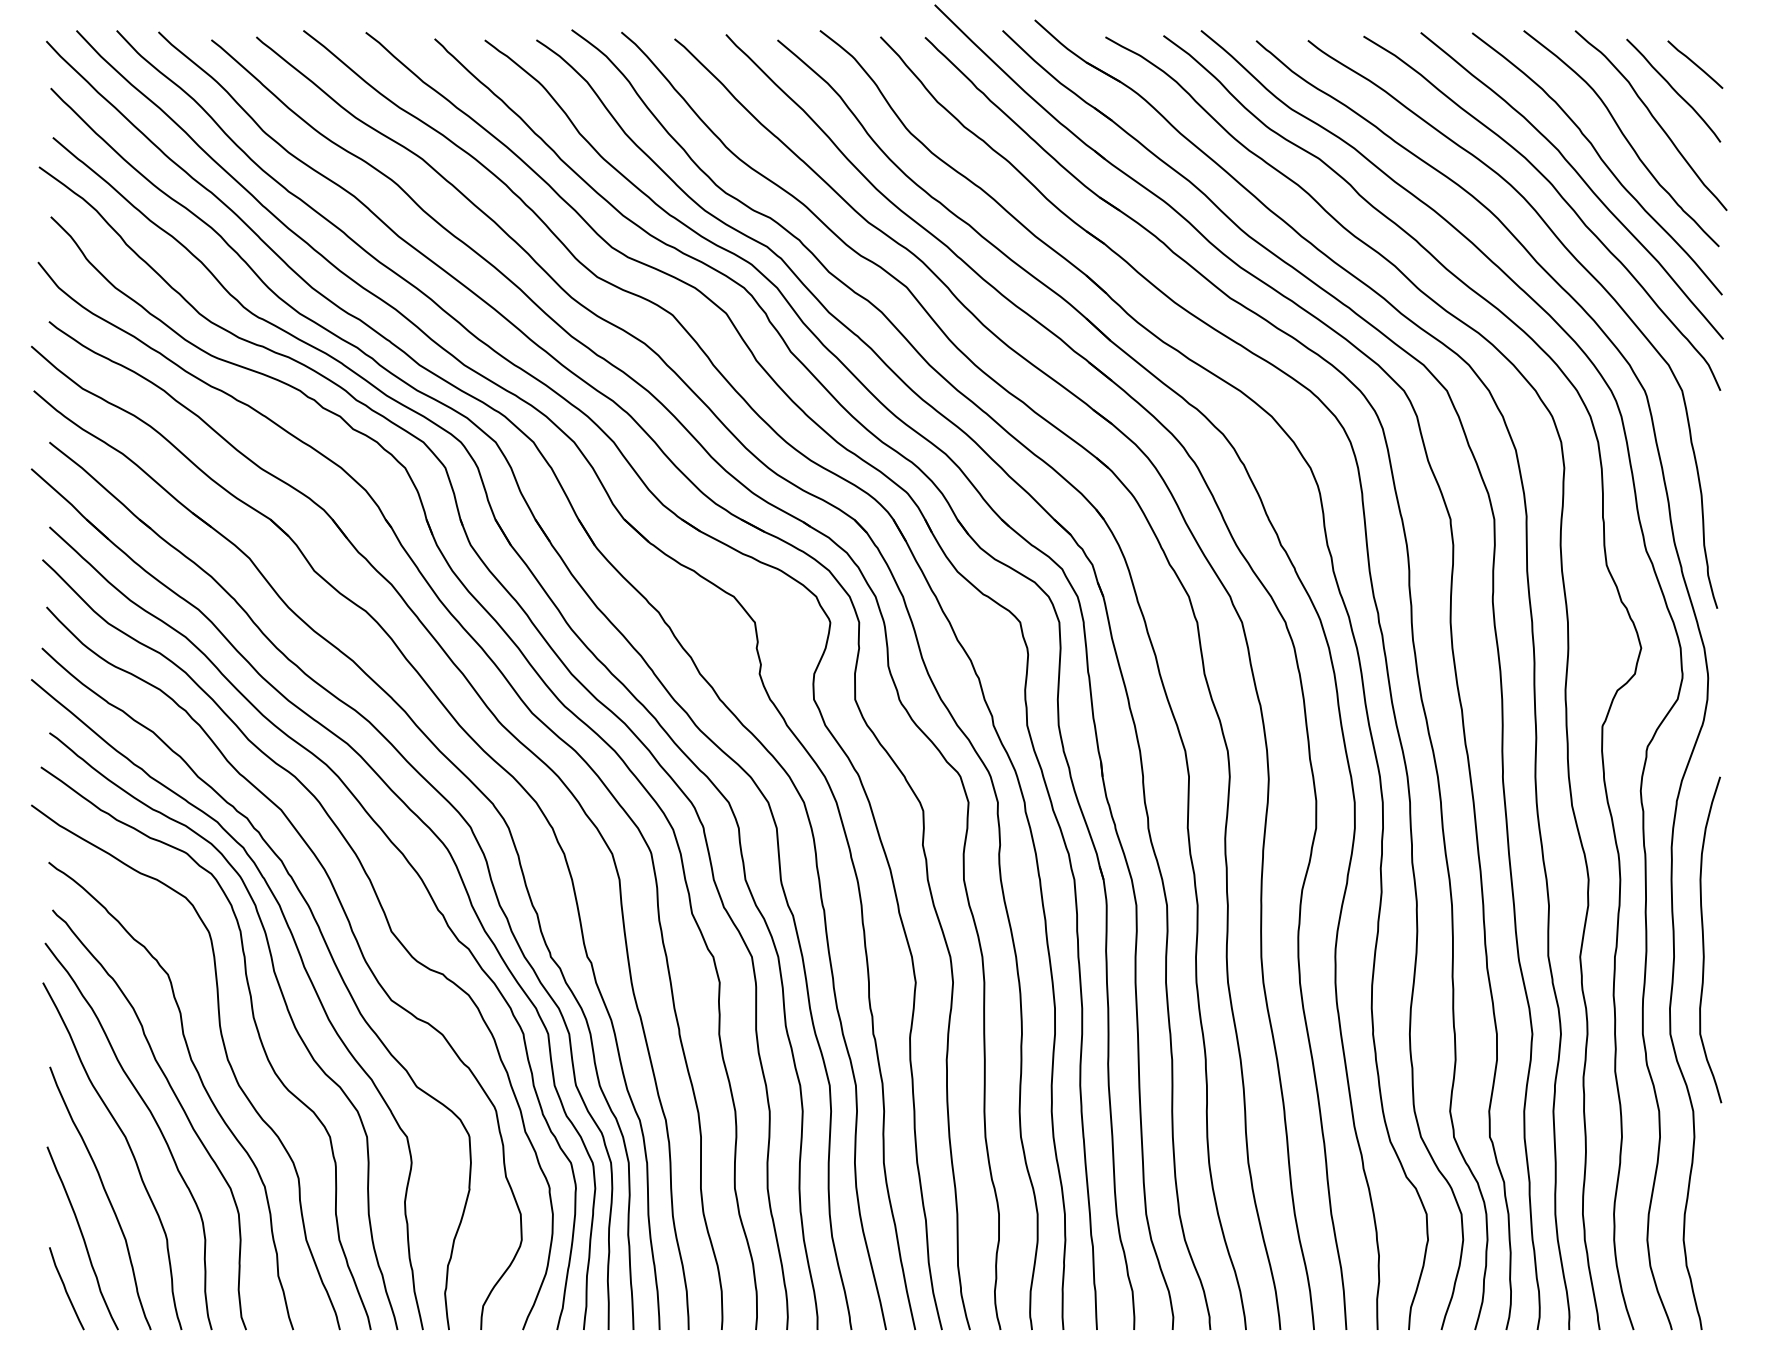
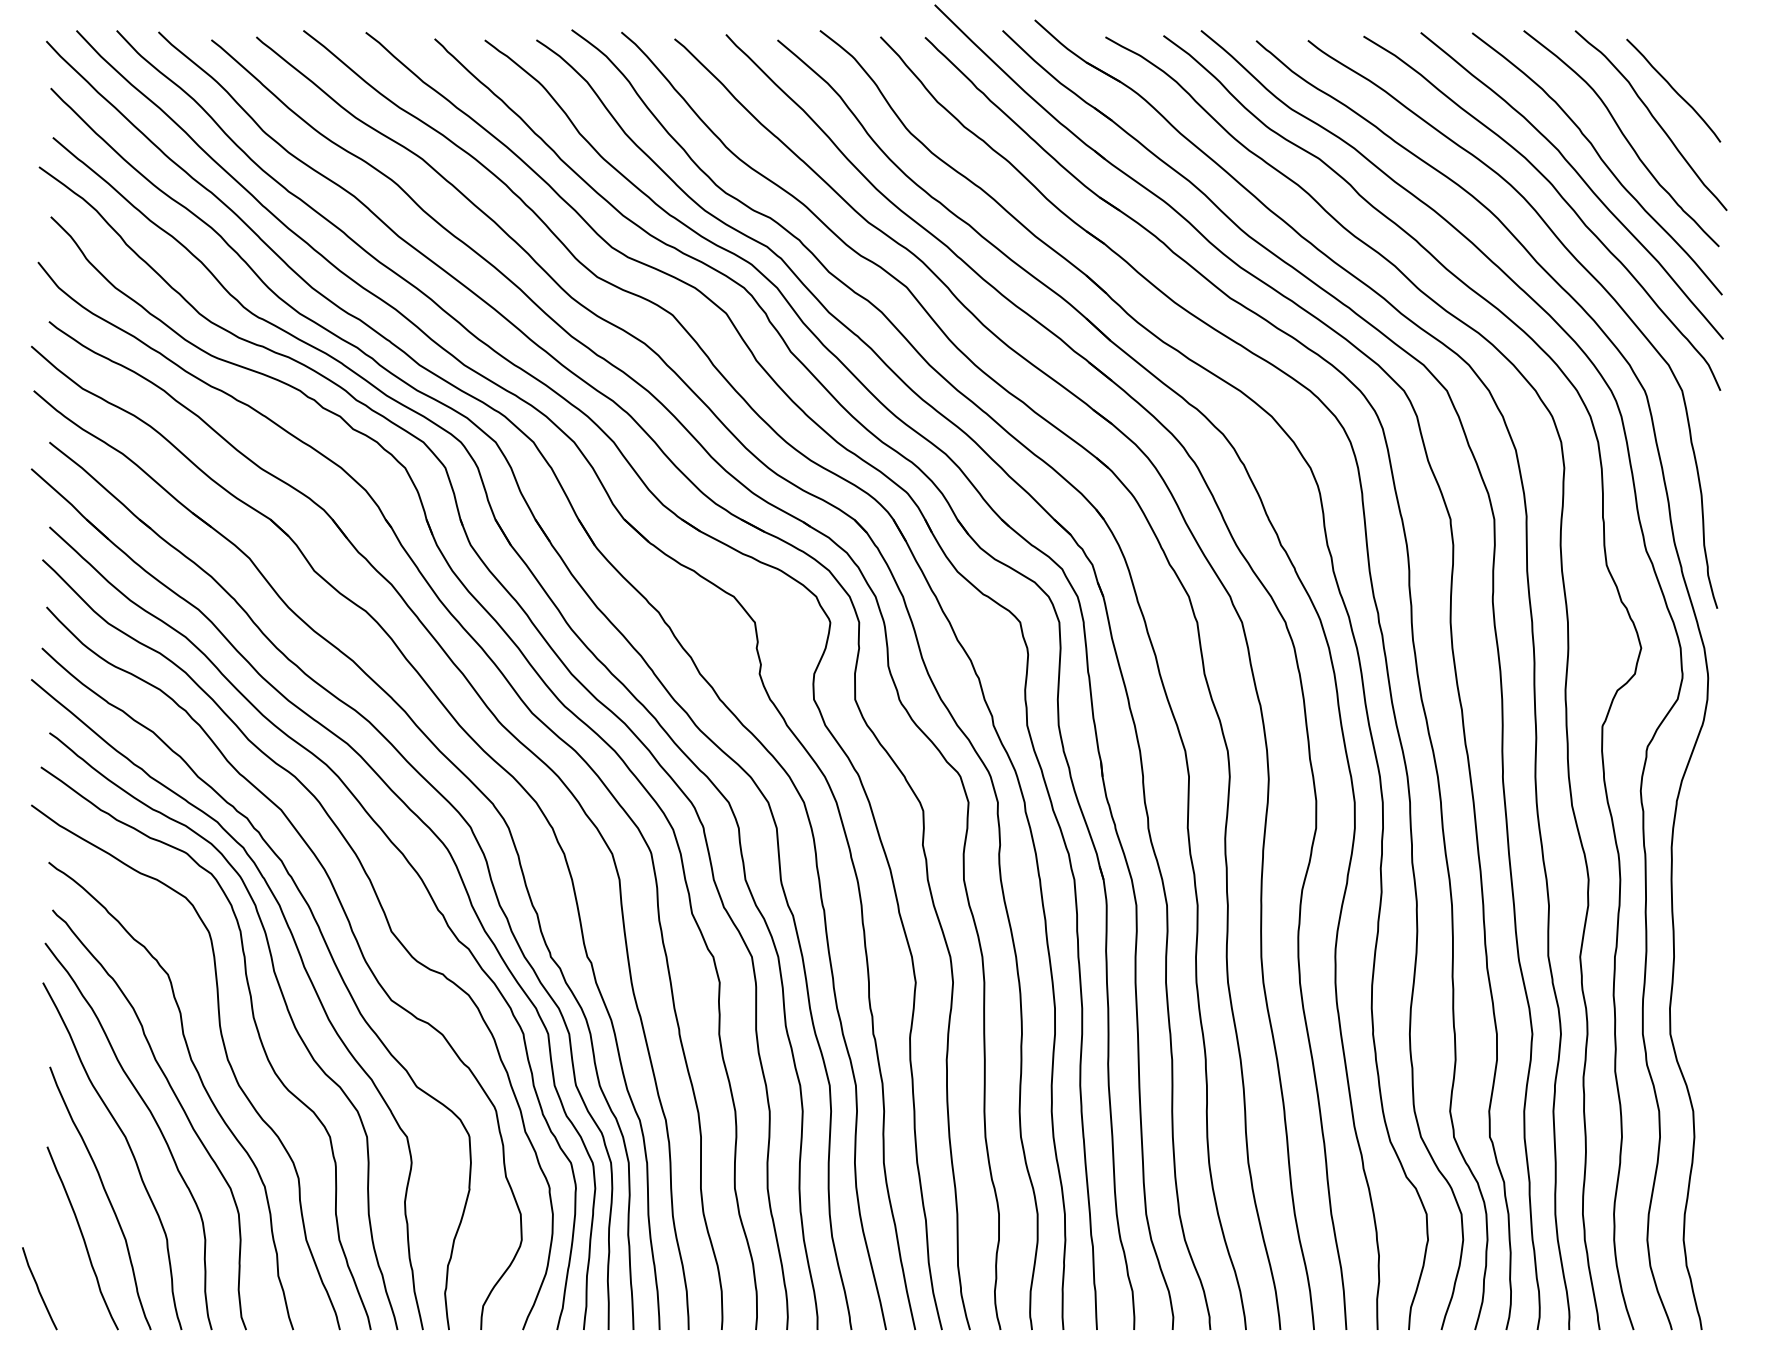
line at (1695, 64): present -> none
curve at (1704, 940): present -> none
curve at (66, 1288) position: (66, 1288) -> (39, 1288)
